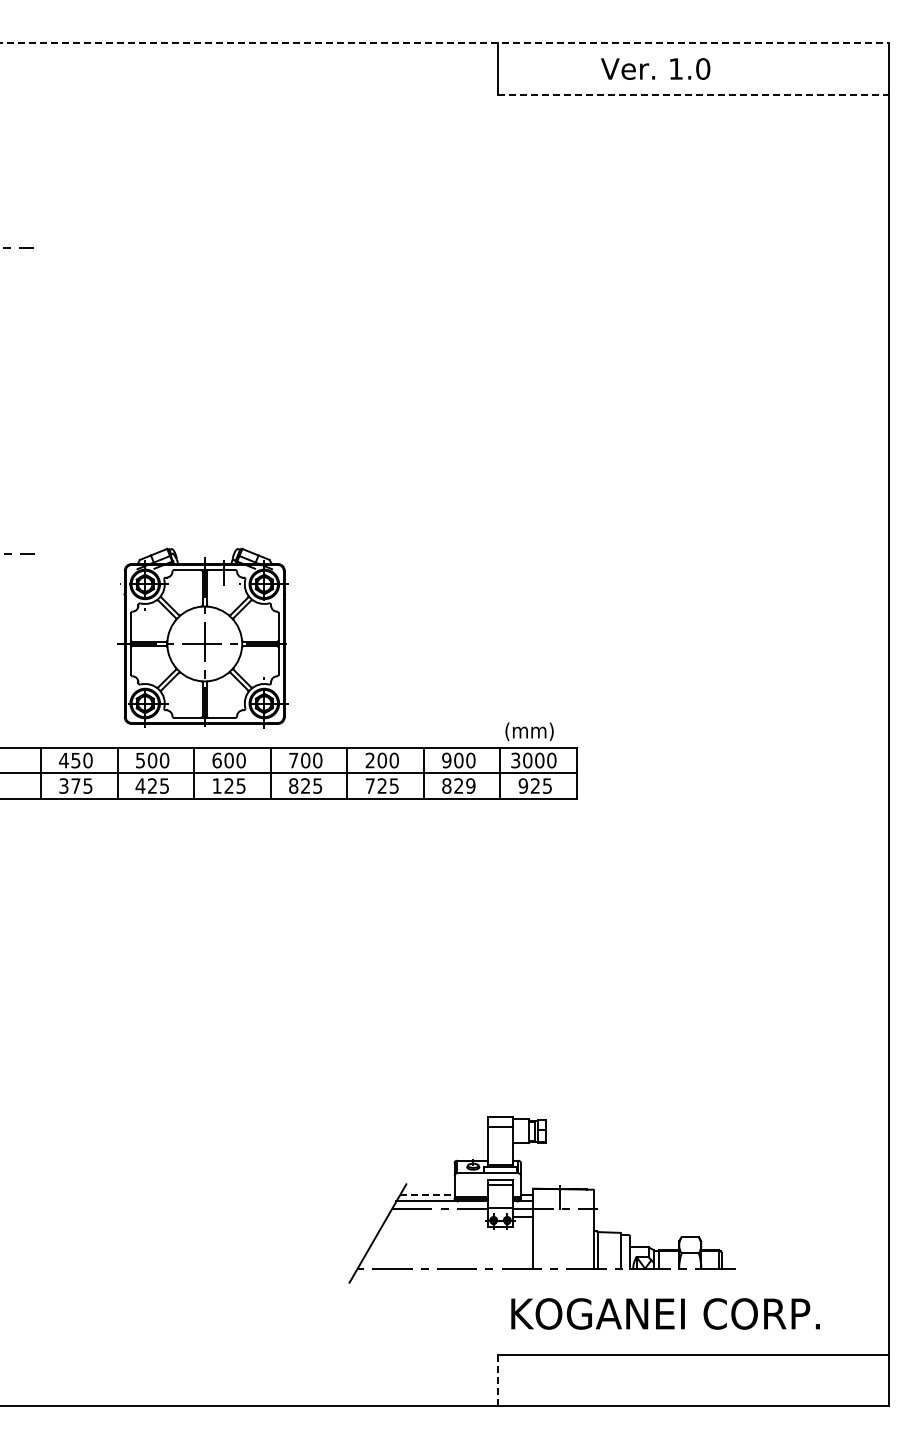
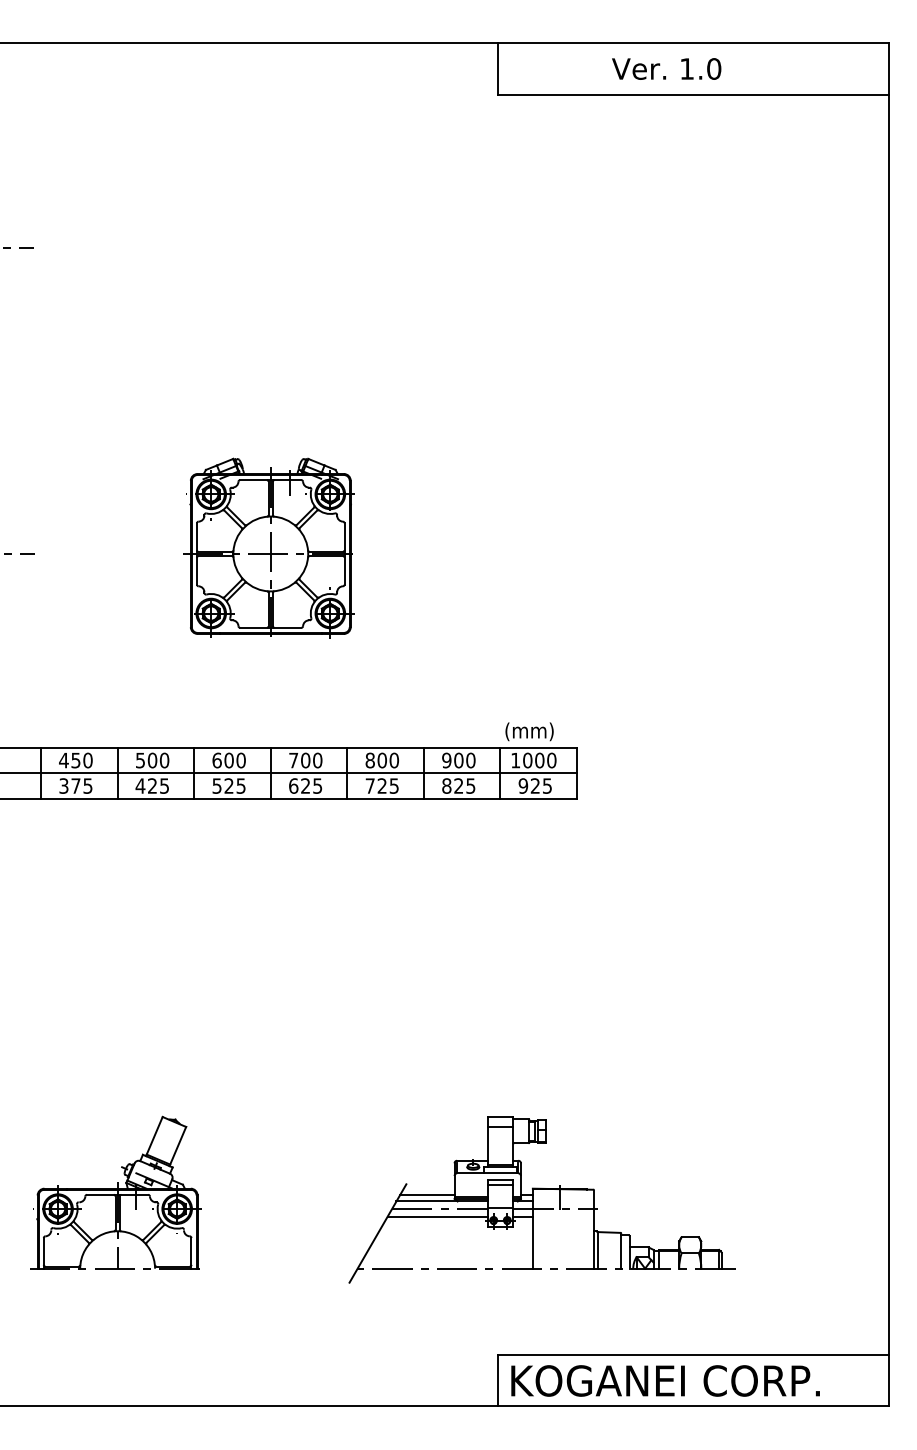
line at (445, 43): dashed -> solid
text at (655, 68) position: (655, 68) -> (666, 68)
line at (693, 94): dashed -> solid
part at (202, 637) position: (202, 637) -> (268, 547)
text at (369, 760): 200 -> 800
text at (515, 760): 3000 -> 1000
text at (216, 785): 125 -> 525
text at (293, 785): 825 -> 625
text at (470, 785): 829 -> 825
part at (115, 1192): none -> present
line at (427, 1194): dashed -> solid
line at (437, 1216): none -> present
text at (665, 1313) position: (665, 1313) -> (665, 1380)
line at (497, 1380): dashed -> solid
